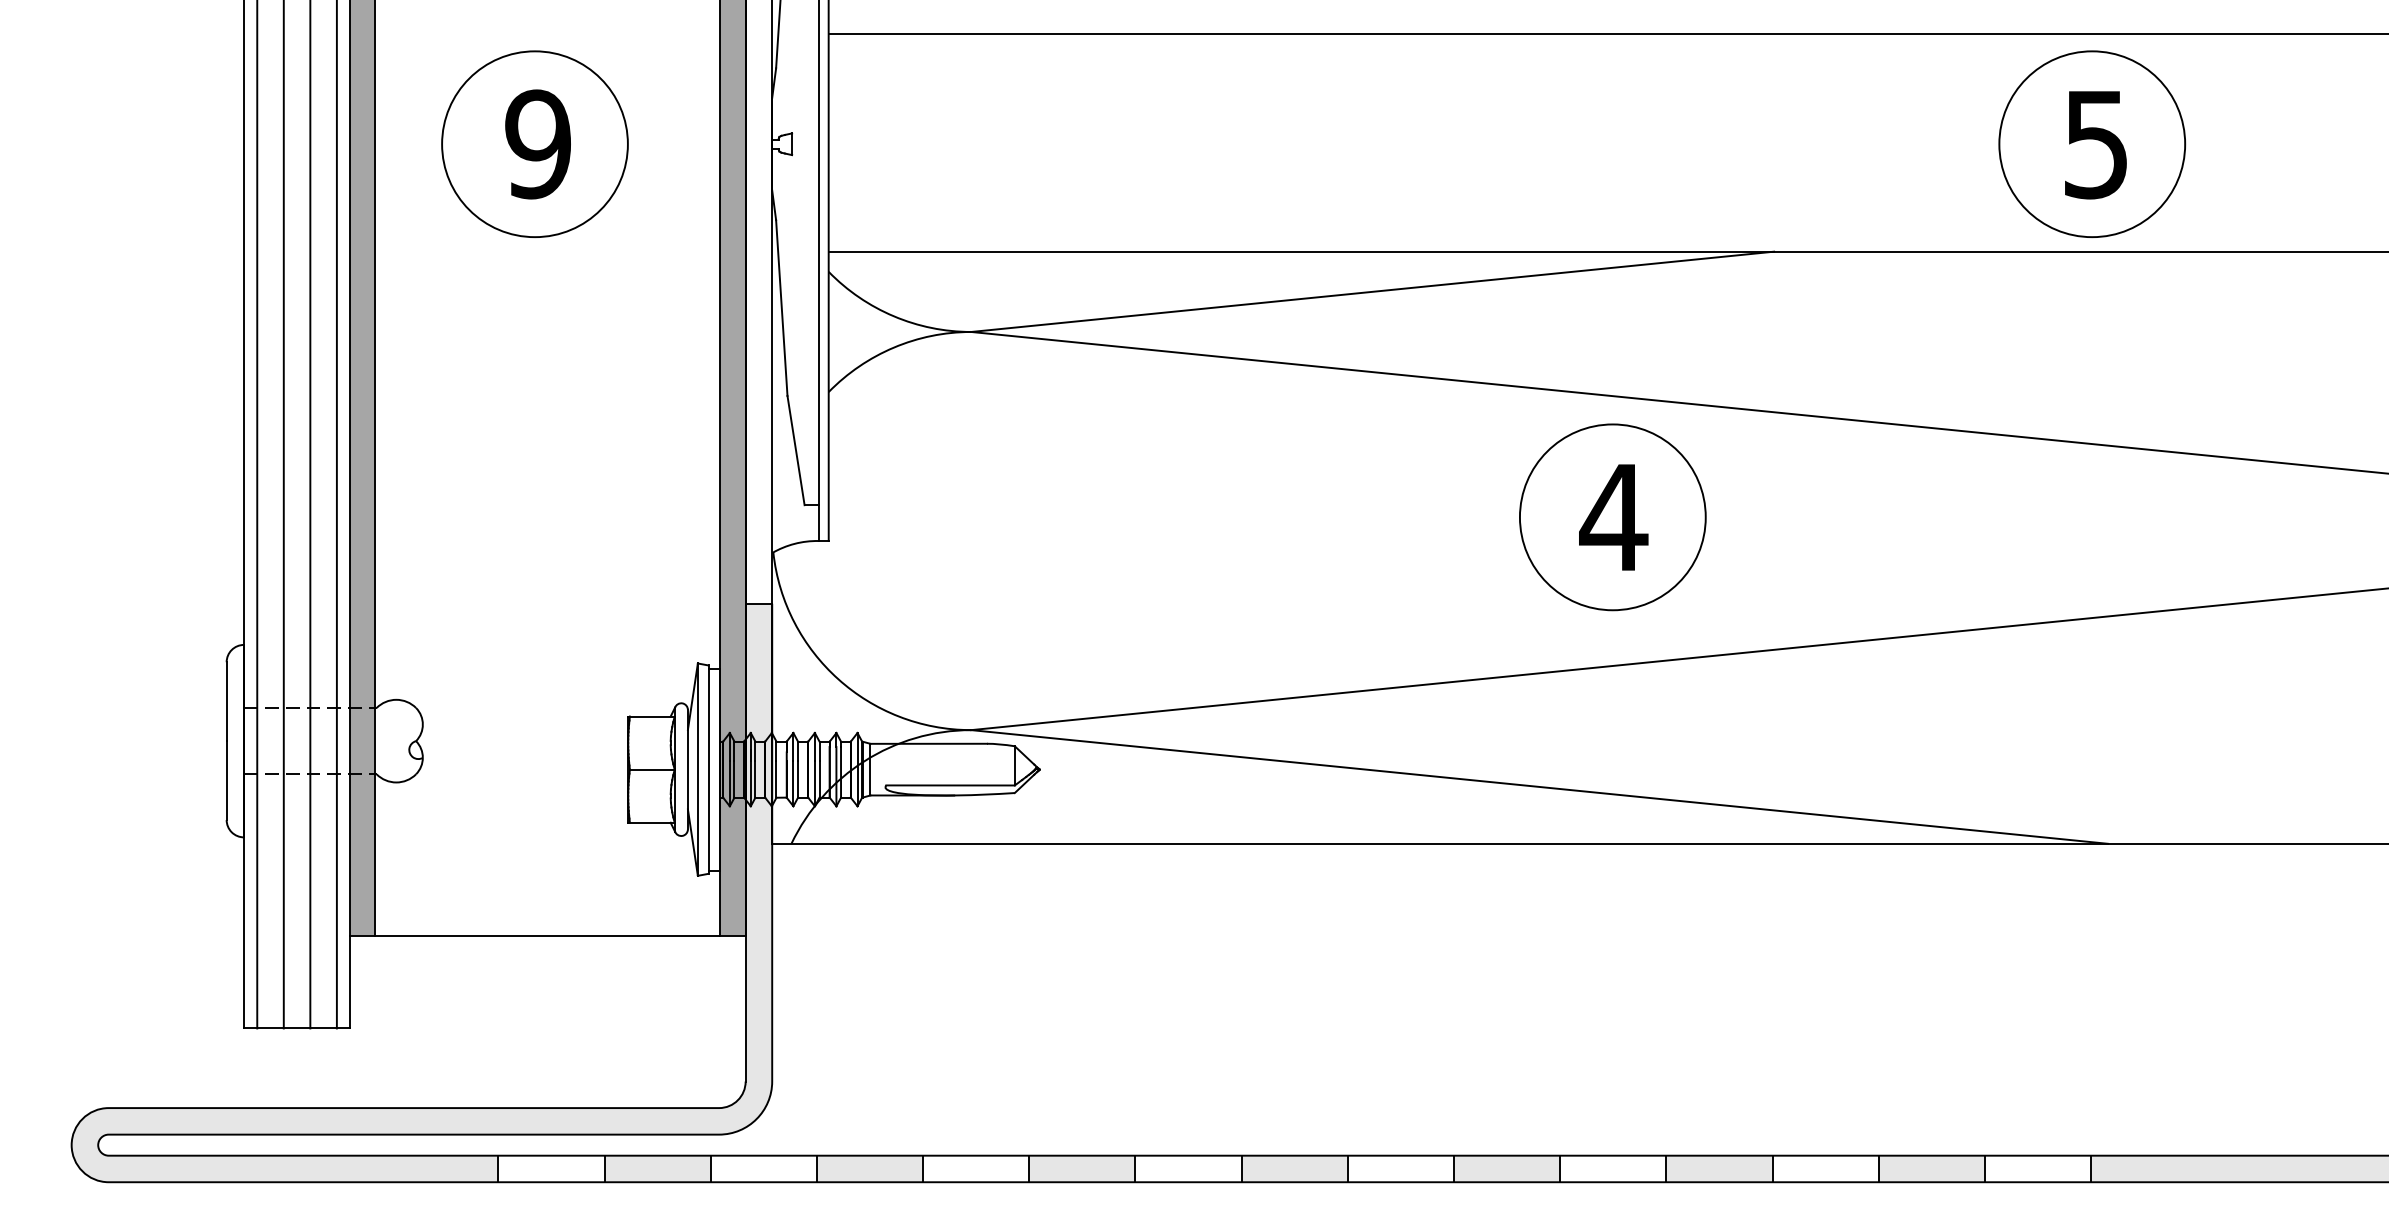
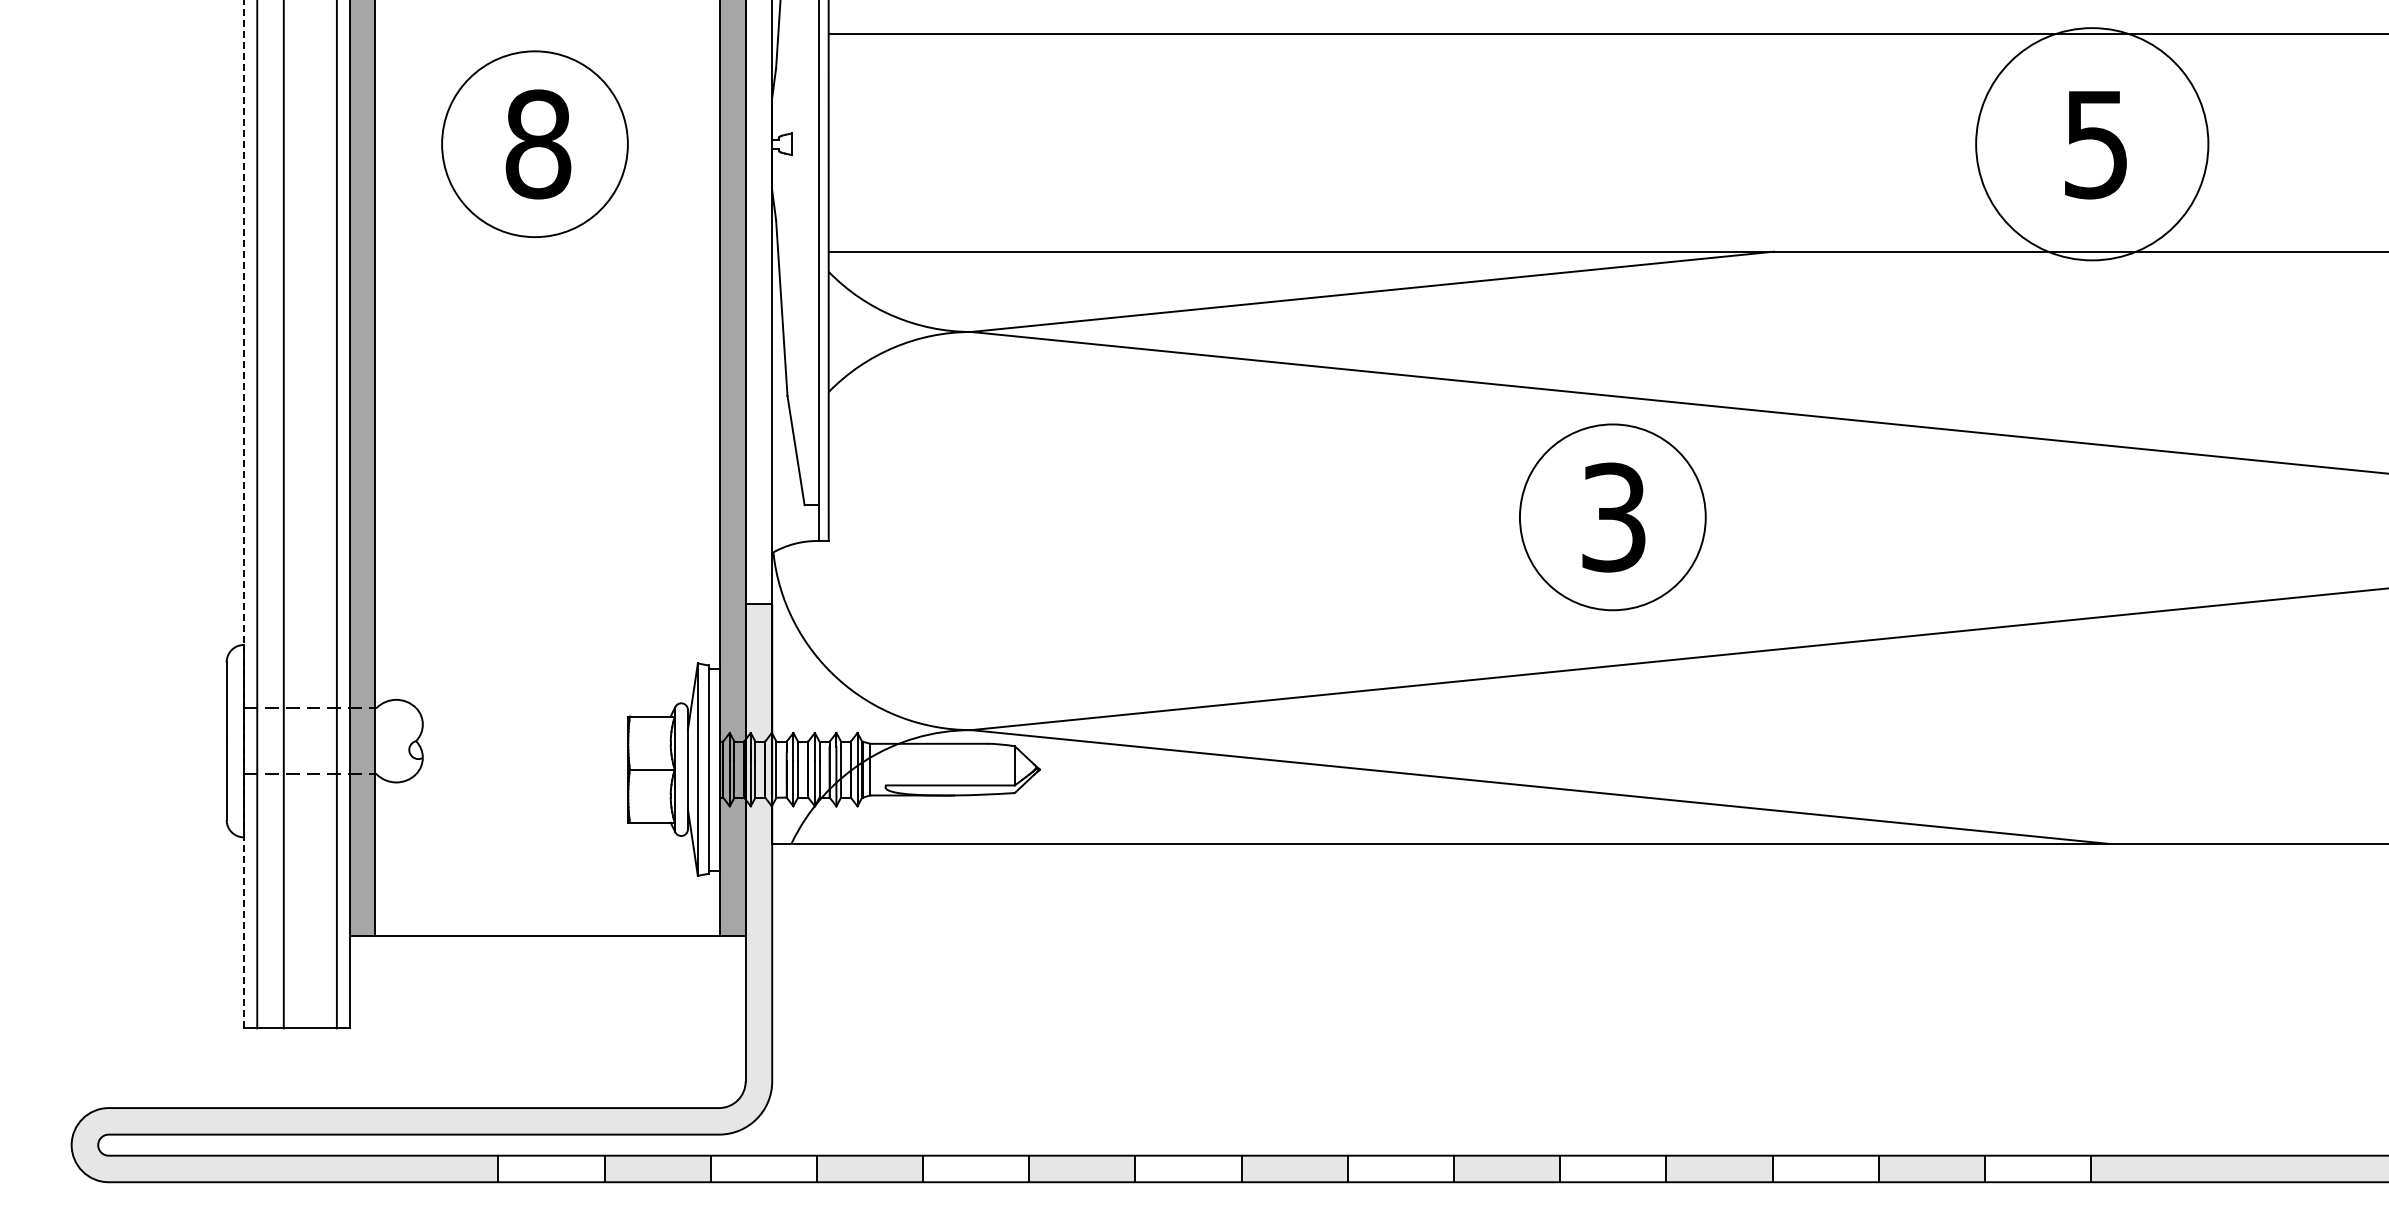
text at (538, 144): 9 -> 8
circle at (2092, 144) diameter: 186 px -> 232 px
line at (243, 514): solid -> dashed
line at (310, 515): present -> none
text at (1613, 517): 4 -> 3
